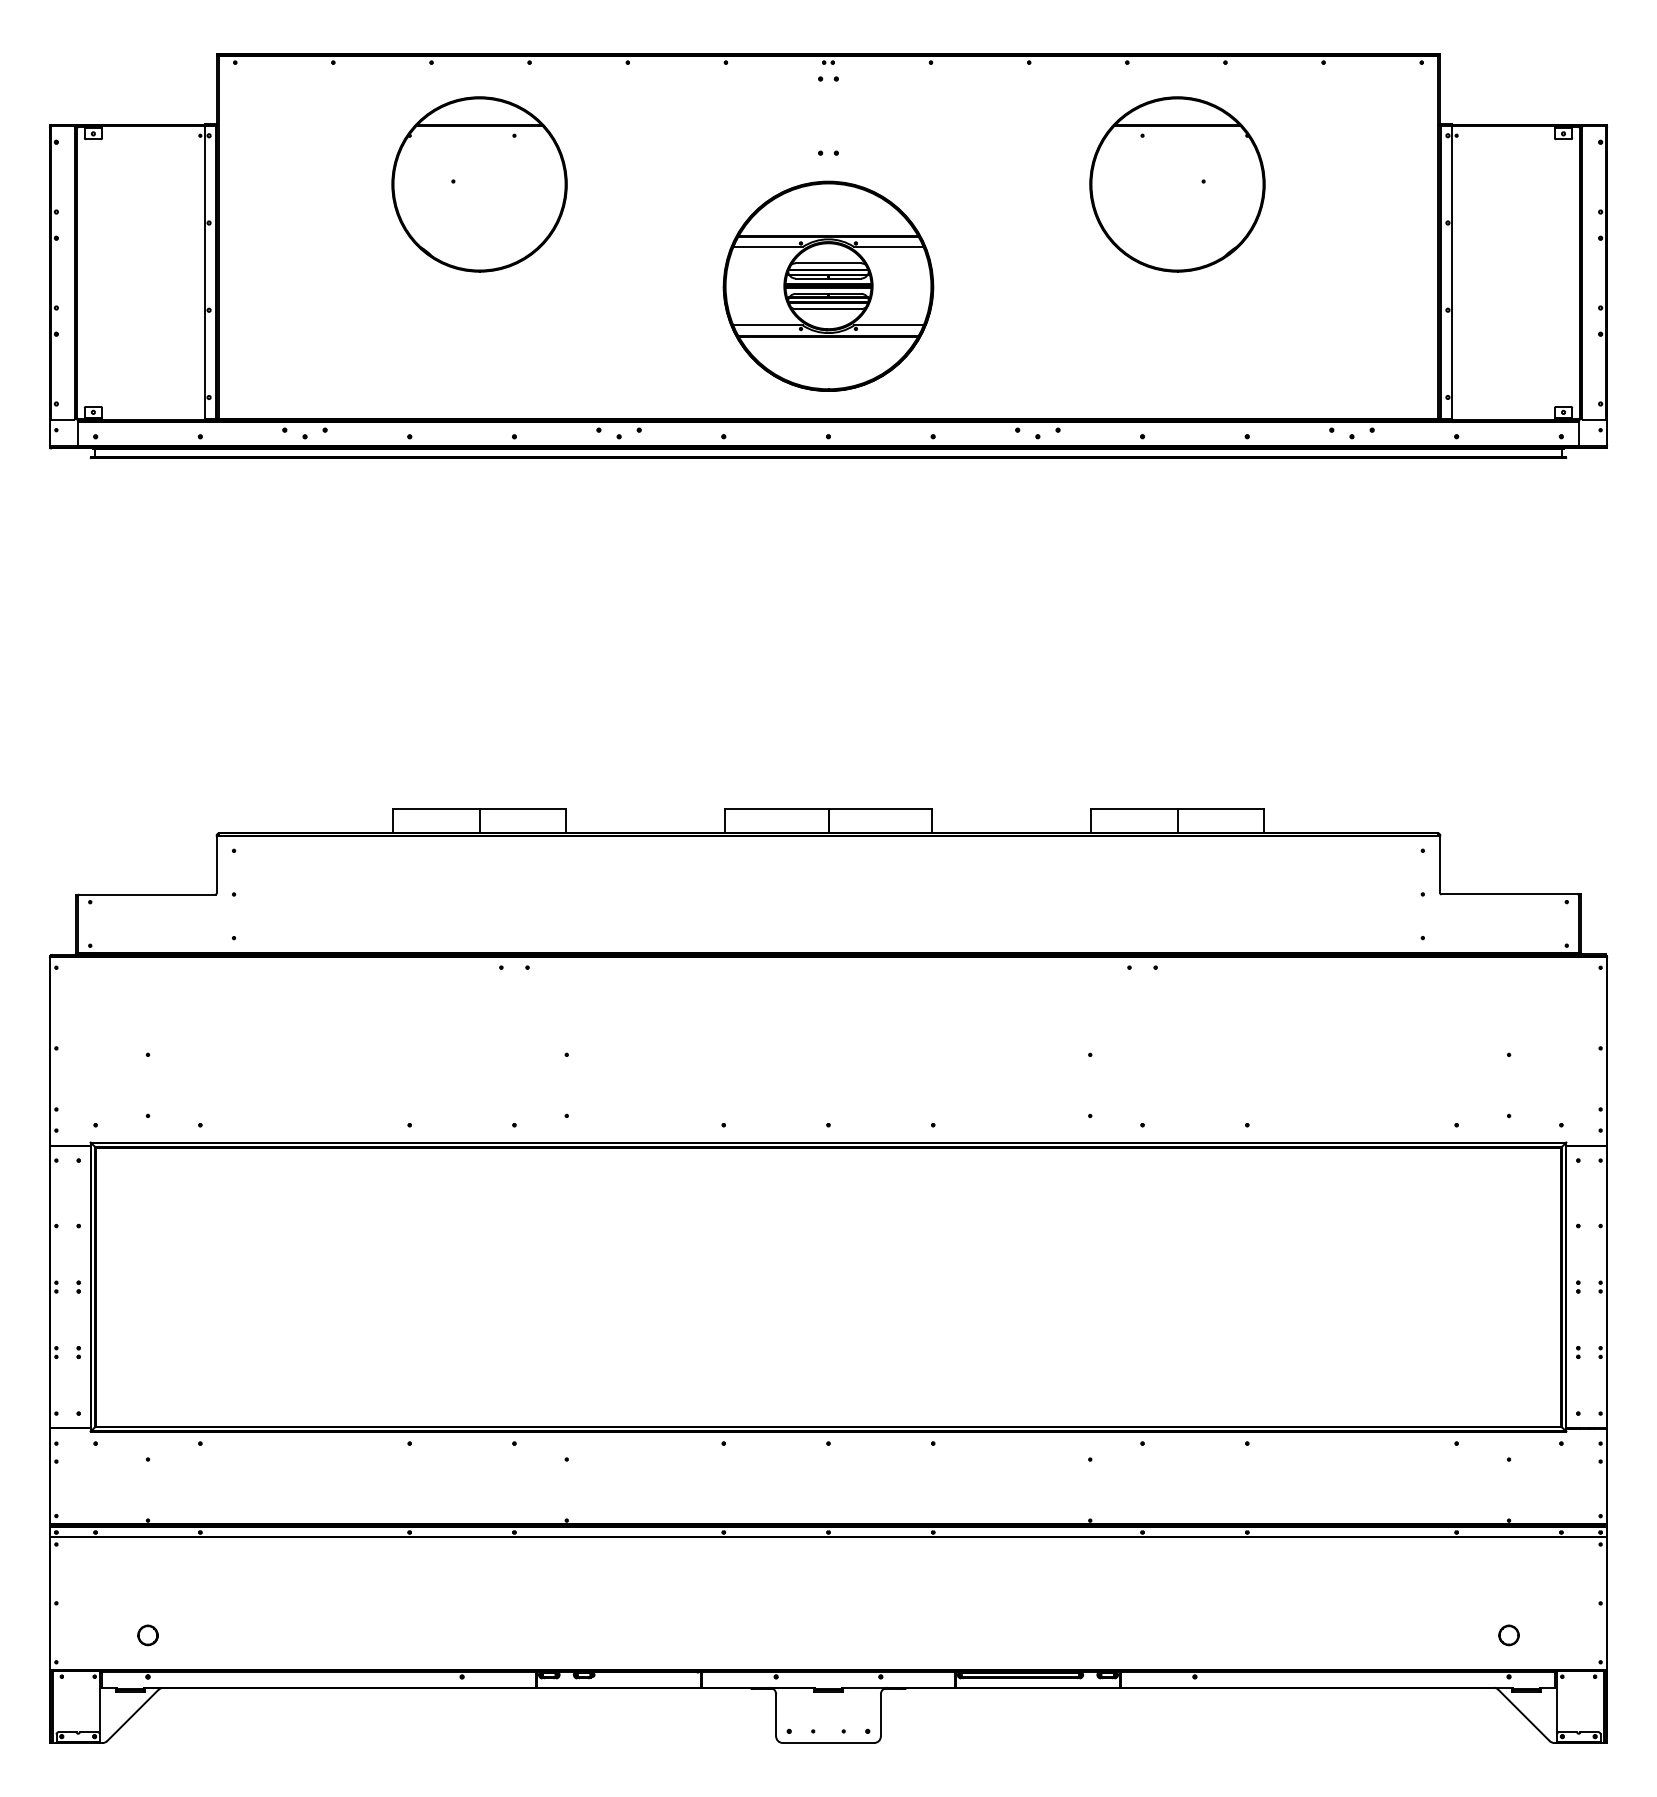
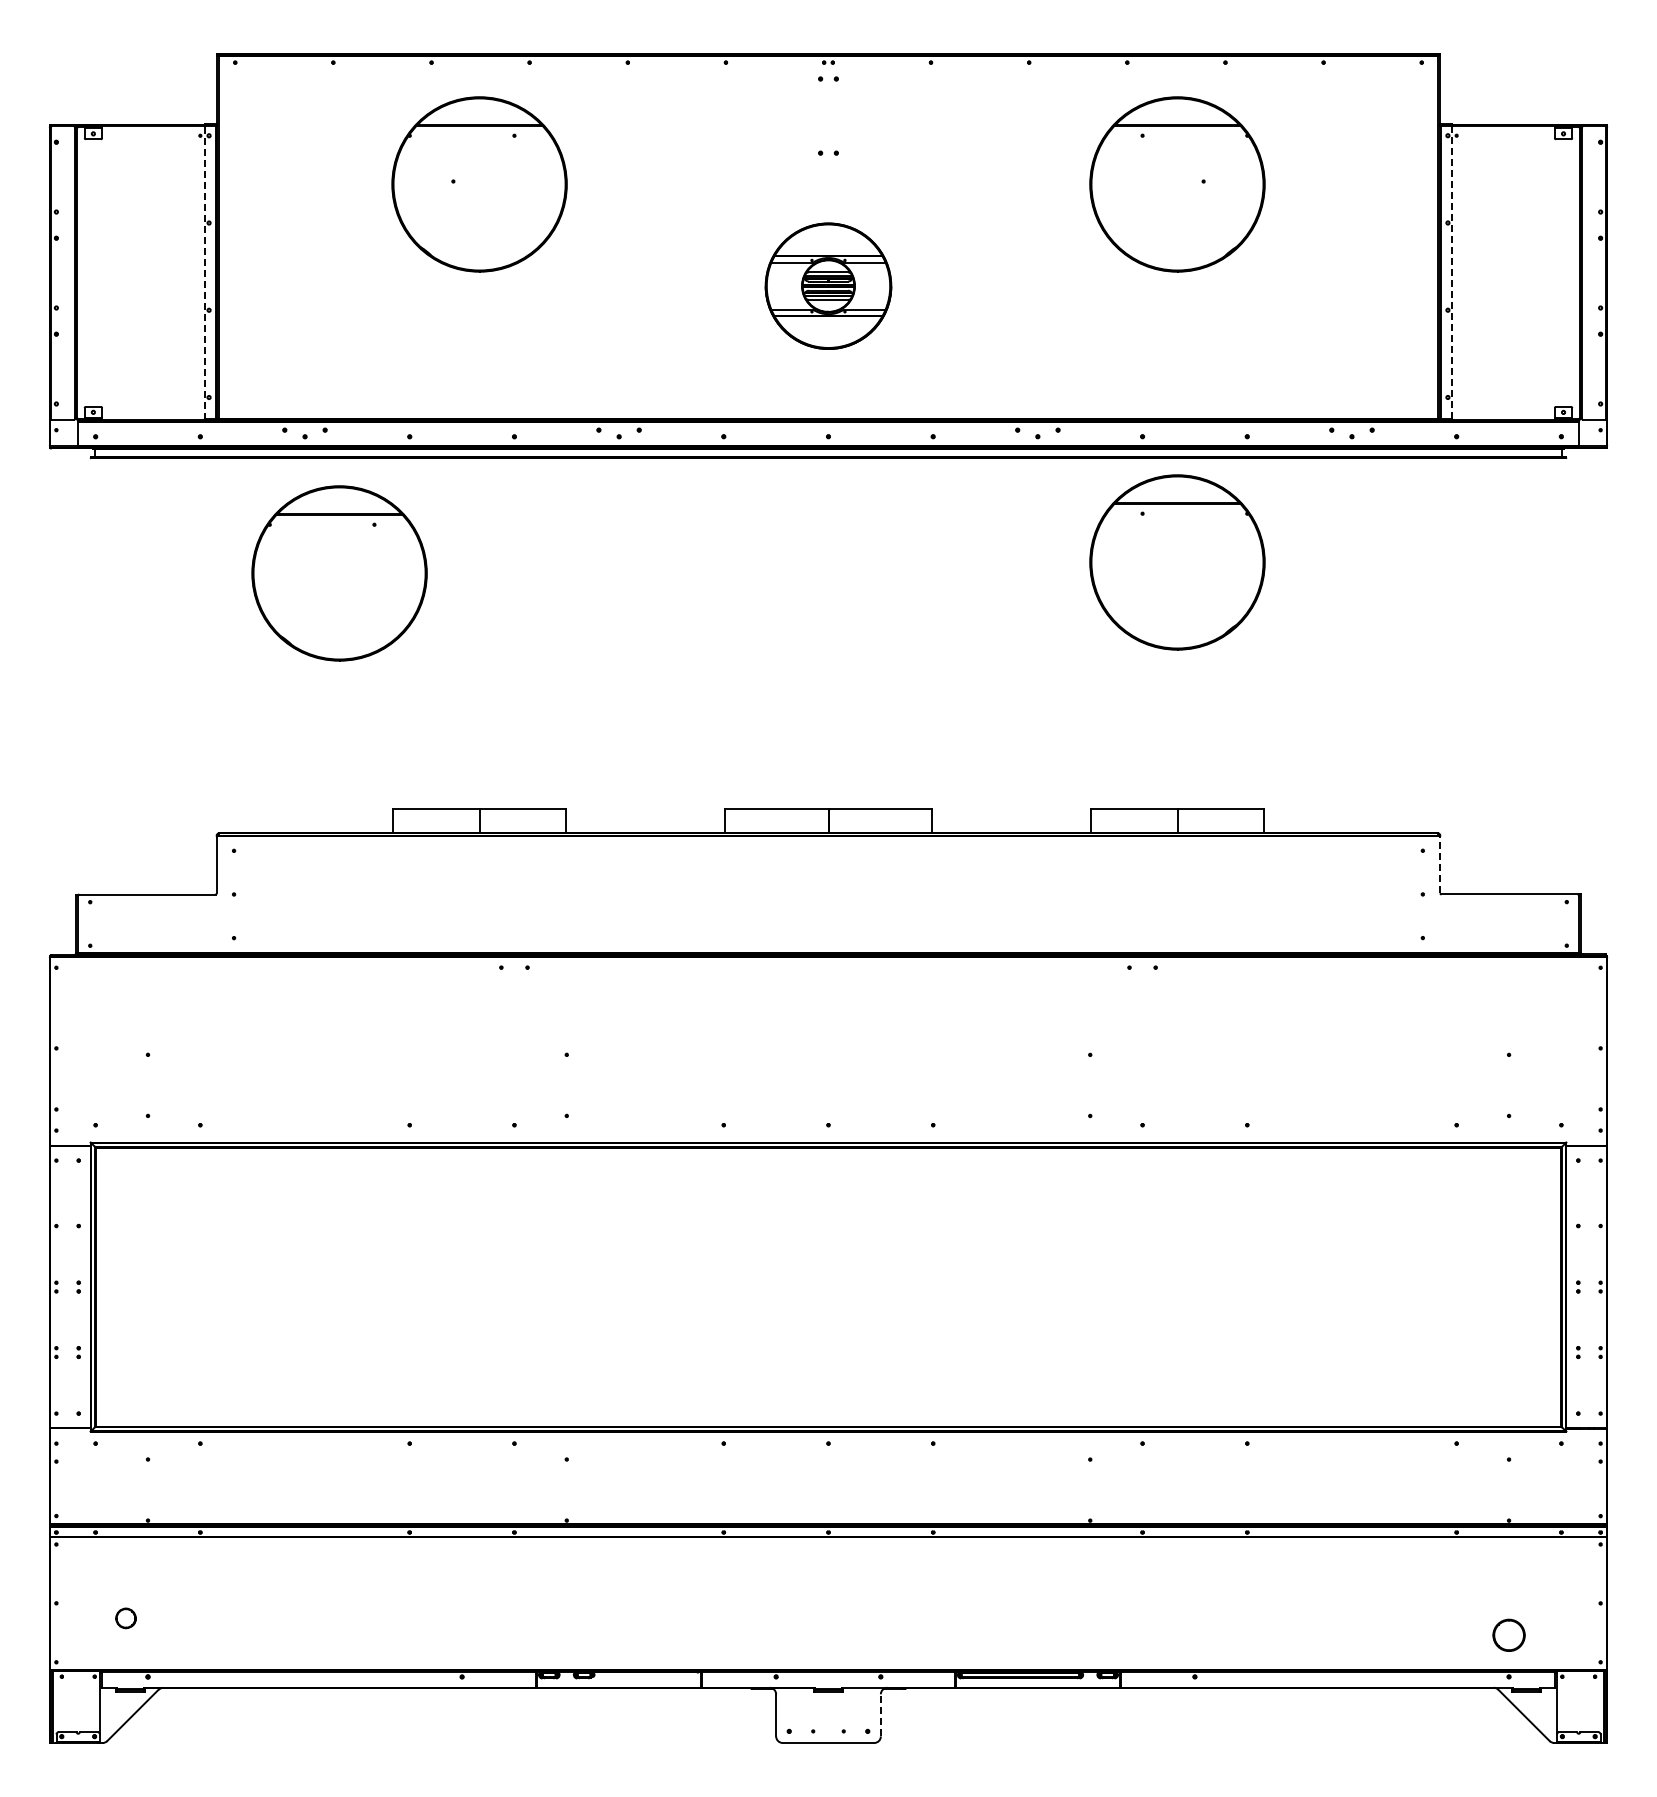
line at (204, 273): solid -> dashed
line at (1452, 273): solid -> dashed
part at (828, 285) size: 213x212 px -> 129x128 px
part at (1177, 562): none -> present
part at (339, 573): none -> present
line at (1440, 864): solid -> dashed
part at (147, 1635) position: (147, 1635) -> (125, 1618)
part at (1508, 1635) size: 22x23 px -> 34x34 px
line at (880, 1714): solid -> dashed
